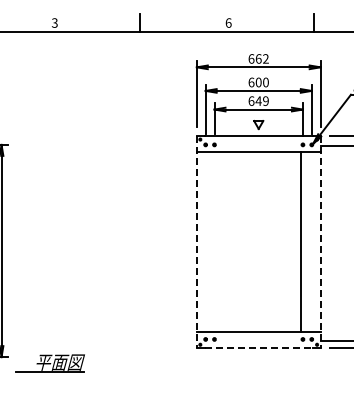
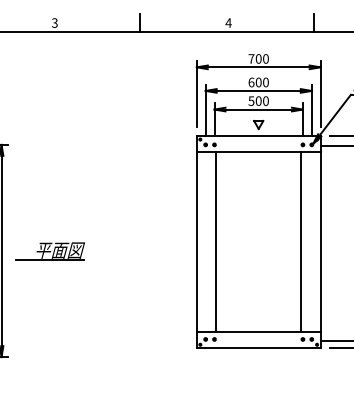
text at (228, 22): 6 -> 4
text at (258, 58): 662 -> 700
text at (258, 100): 649 -> 500
line at (216, 241): none -> present
line at (196, 242): dashed -> solid
line at (320, 242): dashed -> solid
line at (258, 348): dashed -> solid
part at (49, 363) position: (49, 363) -> (49, 251)
